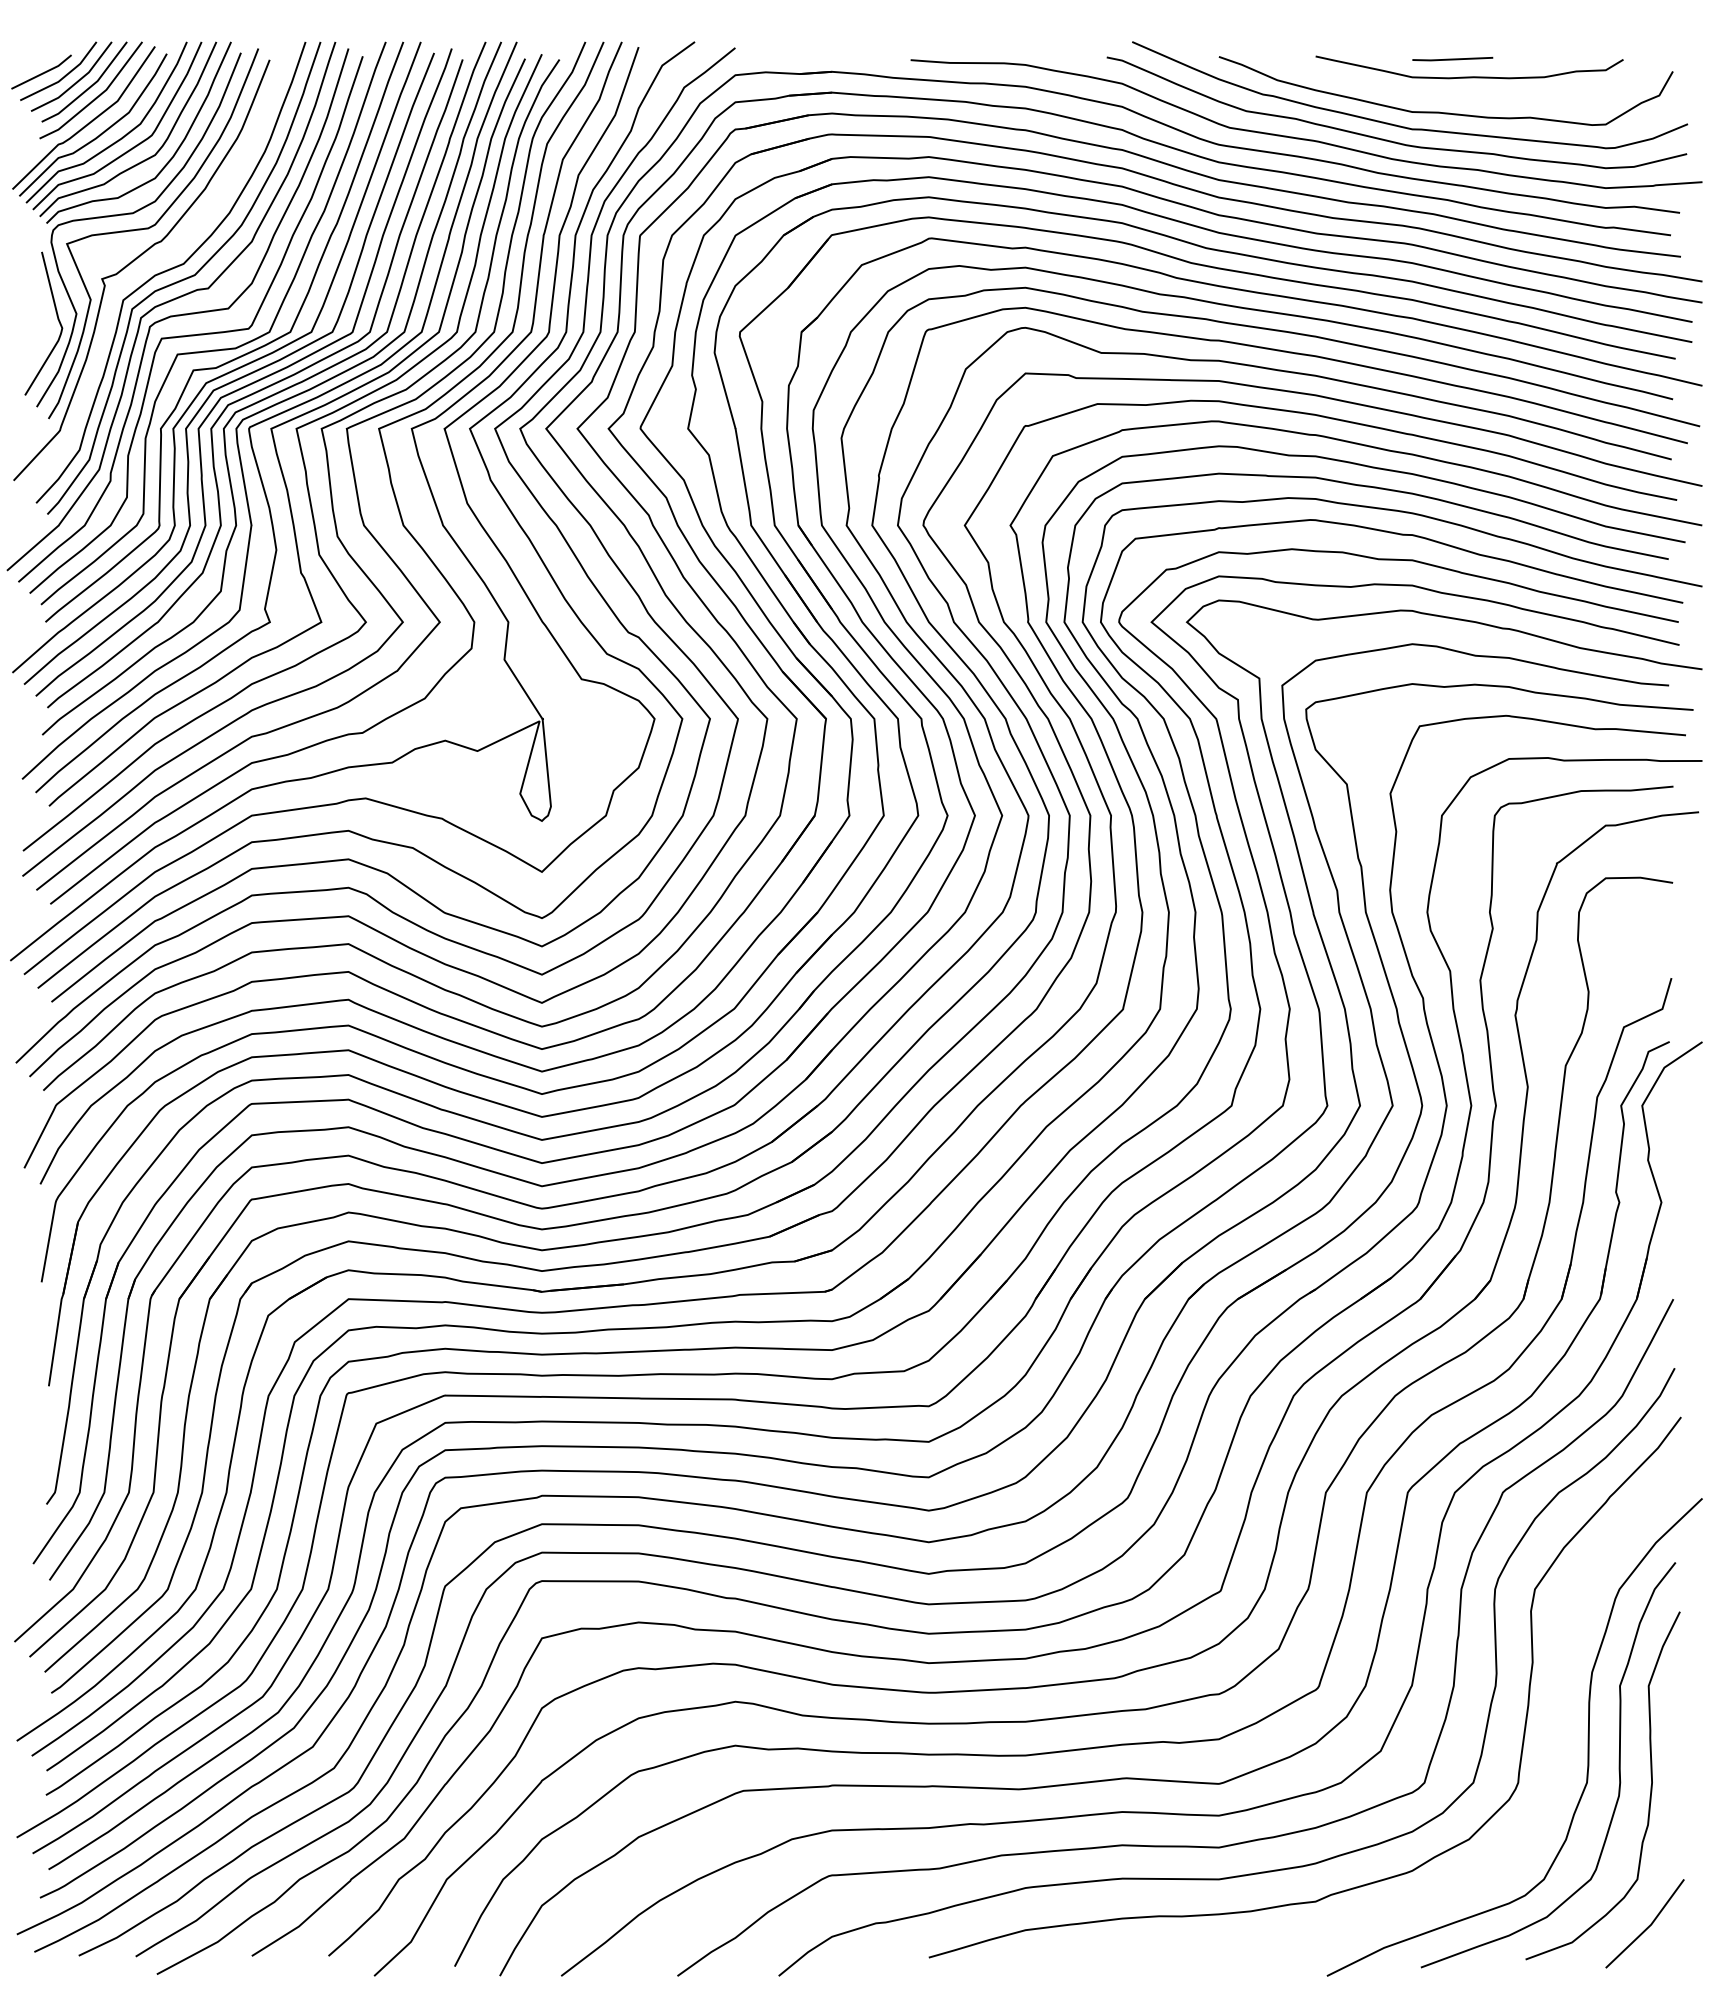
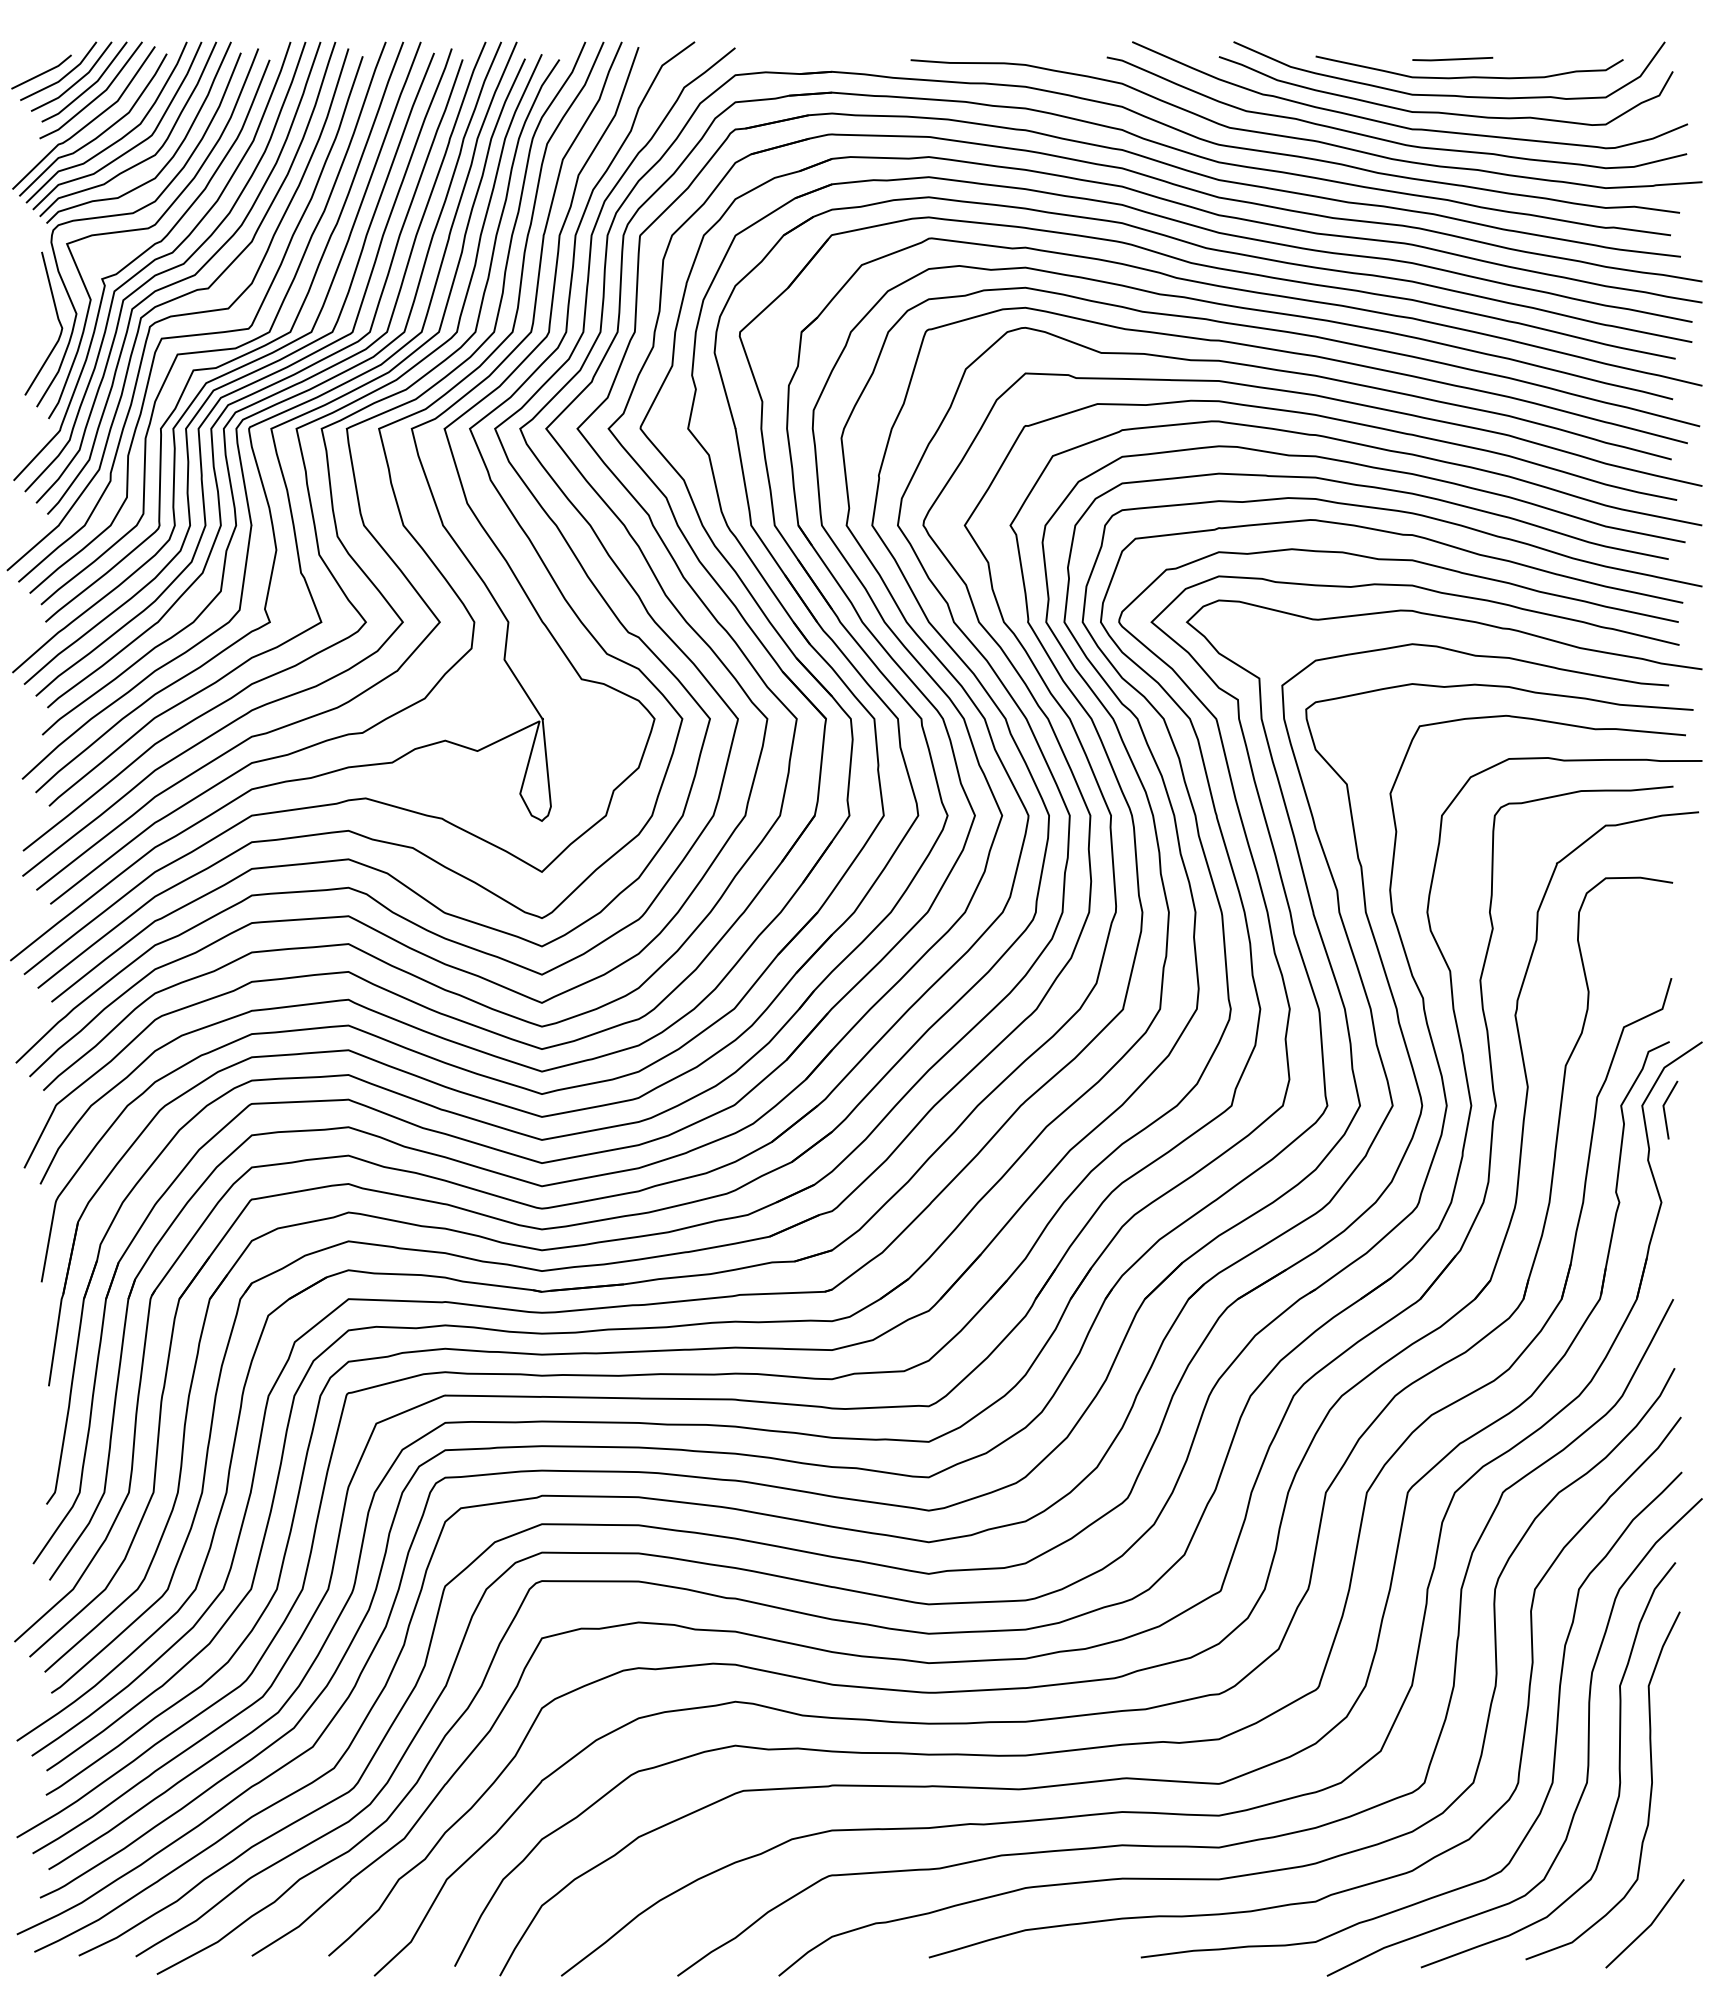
curve at (1449, 94): none -> present
curve at (153, 262): none -> present
line at (1665, 1110): none -> present
curve at (1555, 1731): none -> present
